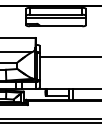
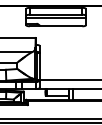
line at (68, 57) position: (68, 57) -> (68, 80)
